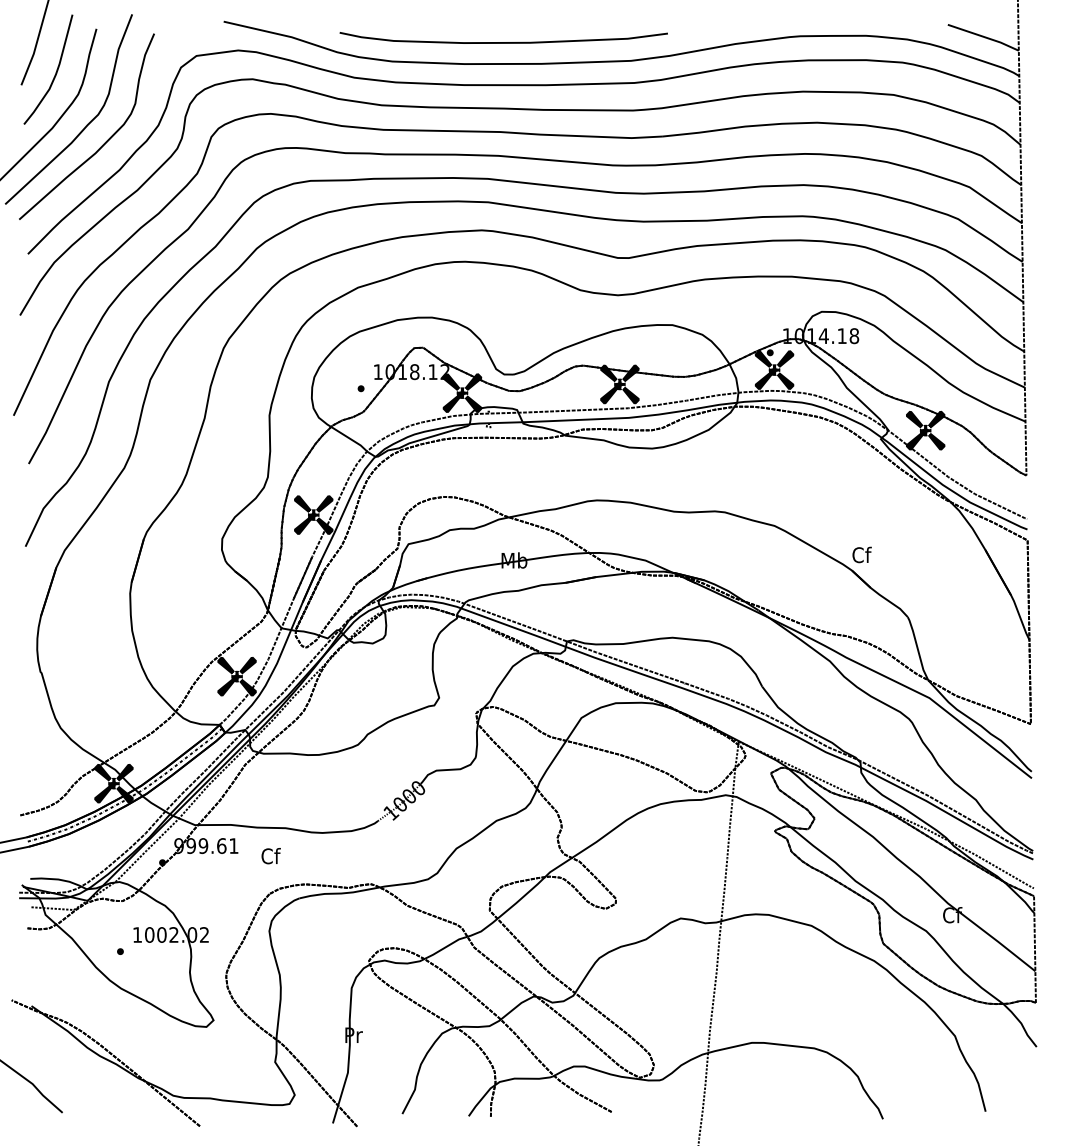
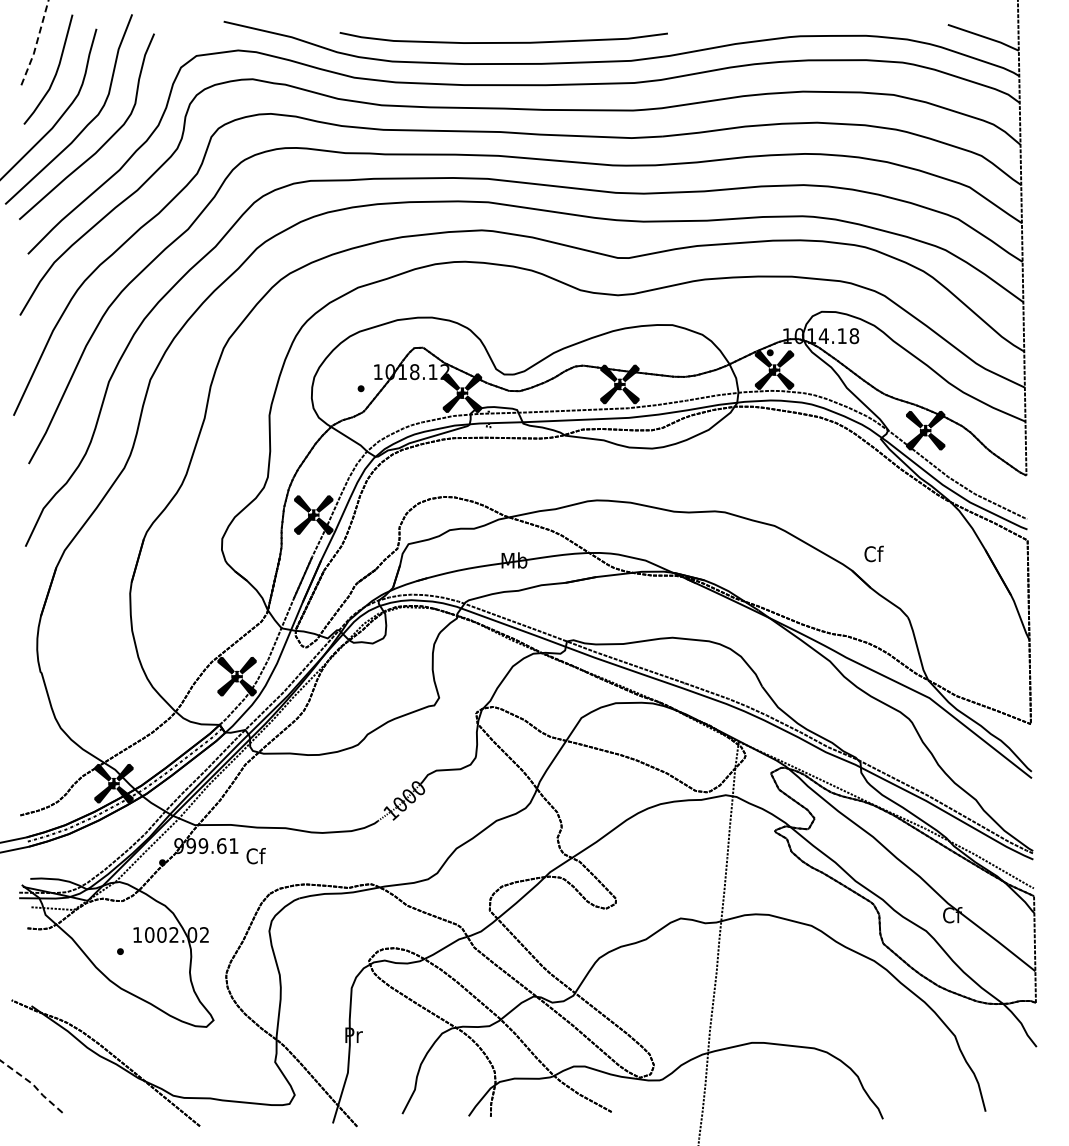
line at (36, 43): solid -> dashed
text at (861, 554) position: (861, 554) -> (873, 553)
text at (270, 856) position: (270, 856) -> (255, 856)
line at (33, 1084): solid -> dashed
